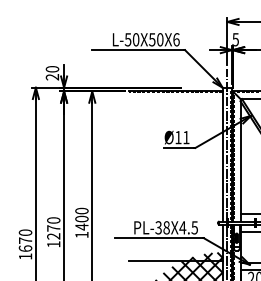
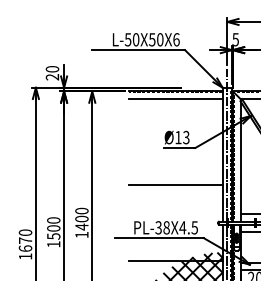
line at (175, 99): none -> present
text at (186, 137): Ø11 -> Ø13
line at (175, 185): none -> present
text at (53, 232): 1270 -> 1500
